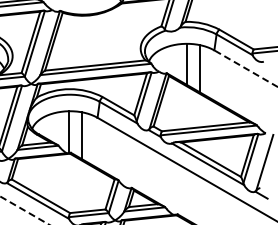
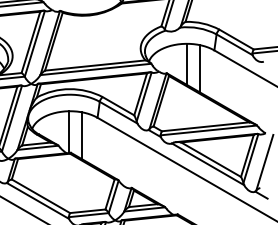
line at (245, 68): dashed -> solid
line at (24, 210): dashed -> solid
